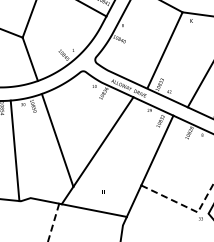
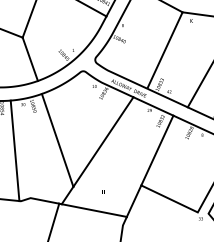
line at (185, 206): dashed -> solid
line at (53, 222): dashed -> solid
